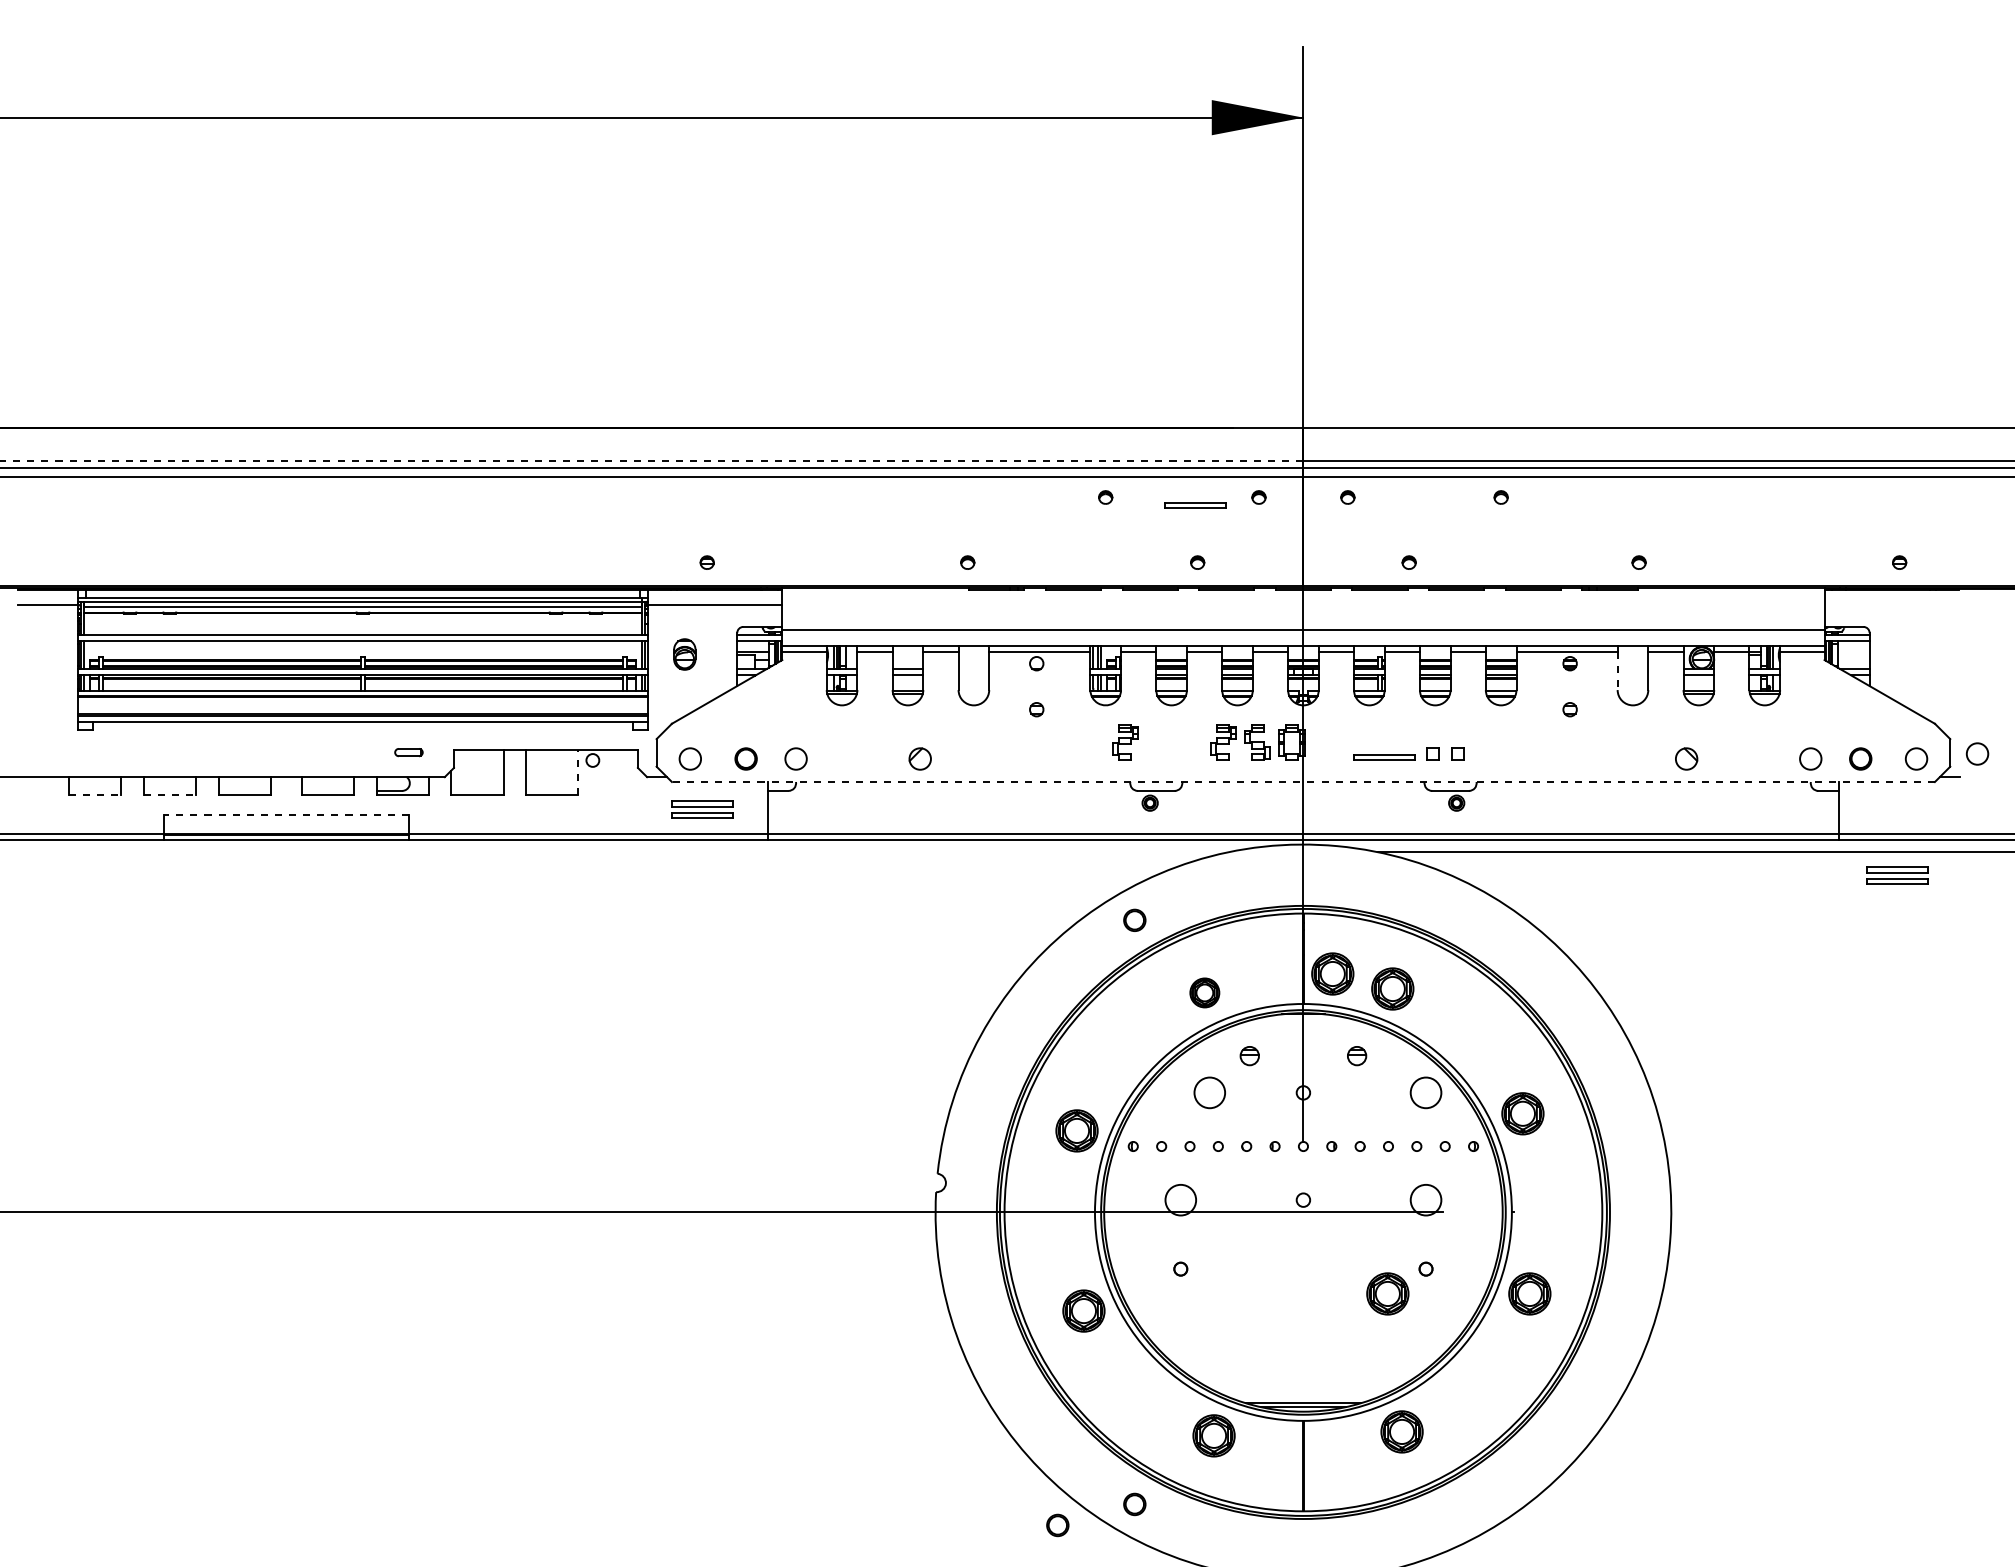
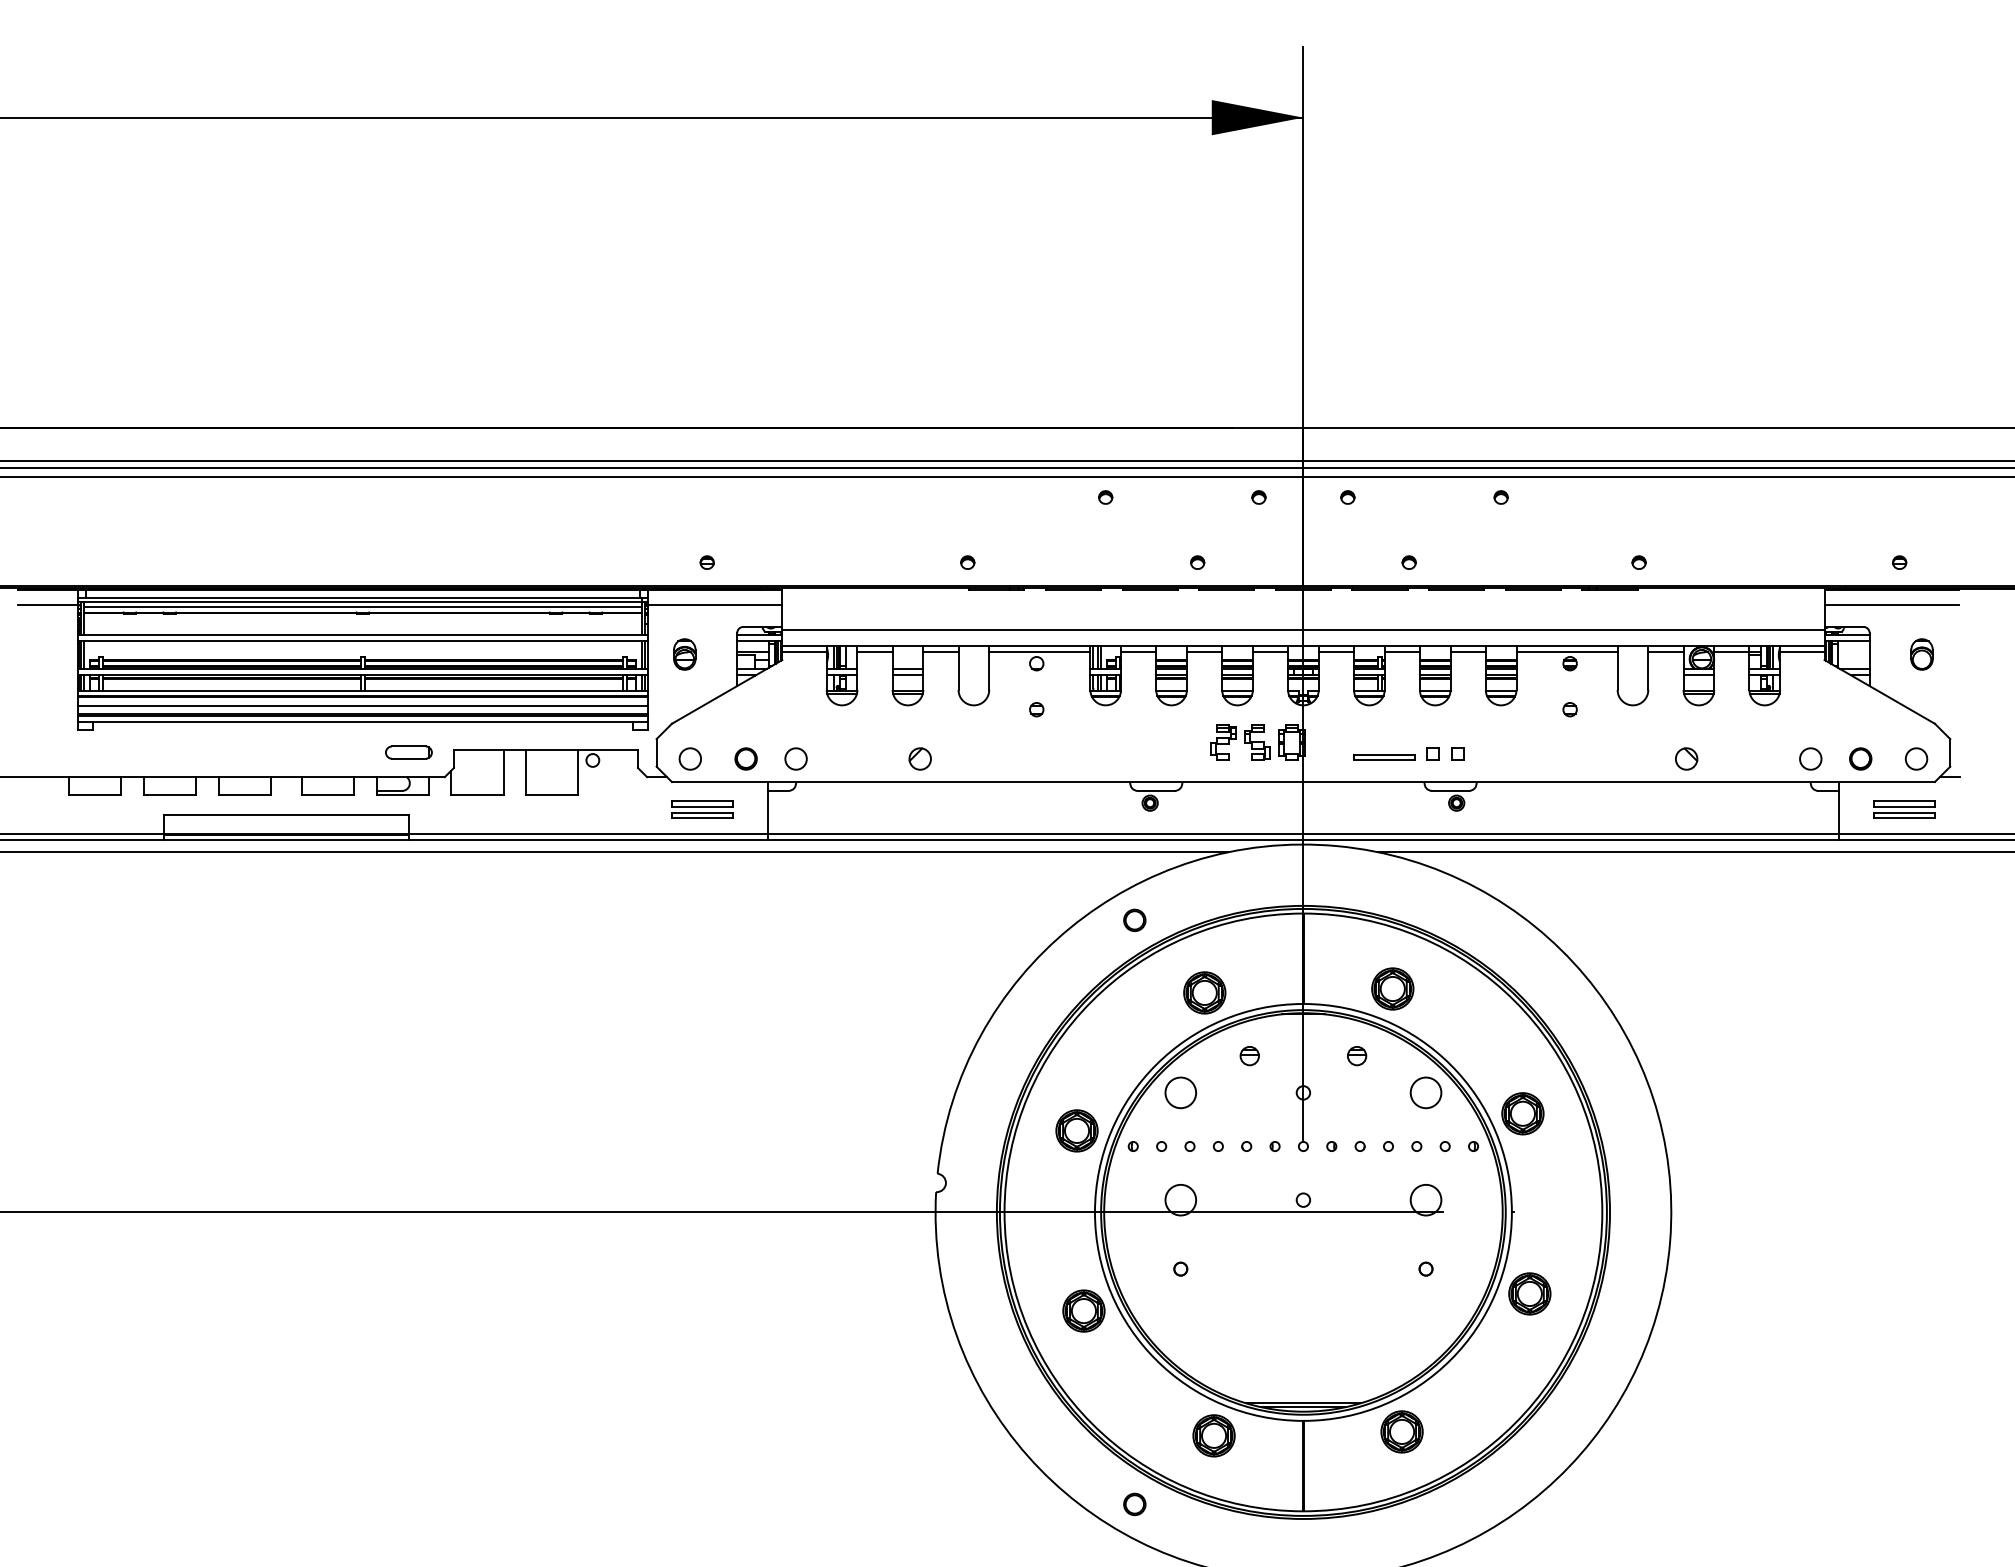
line at (651, 461): dashed -> solid
part at (1195, 505): present -> none
line at (1891, 605): none -> present
part at (1921, 654): none -> present
line at (1617, 671): dashed -> solid
line at (362, 705): none -> present
part at (1125, 742): present -> none
part at (408, 752) size: 30x10 px -> 48x15 px
circle at (1977, 753): present -> none
line at (578, 772): dashed -> solid
line at (1302, 782): dashed -> solid
line at (95, 794): dashed -> solid
line at (170, 794): dashed -> solid
line at (286, 815): dashed -> solid
line at (615, 852): none -> present
part at (1897, 875) position: (1897, 875) -> (1904, 809)
part at (1332, 973): present -> none
part at (1204, 992) size: 32x32 px -> 44x44 px
circle at (1209, 1092) position: (1209, 1092) -> (1180, 1092)
part at (1387, 1293): present -> none
part at (1057, 1525): present -> none
